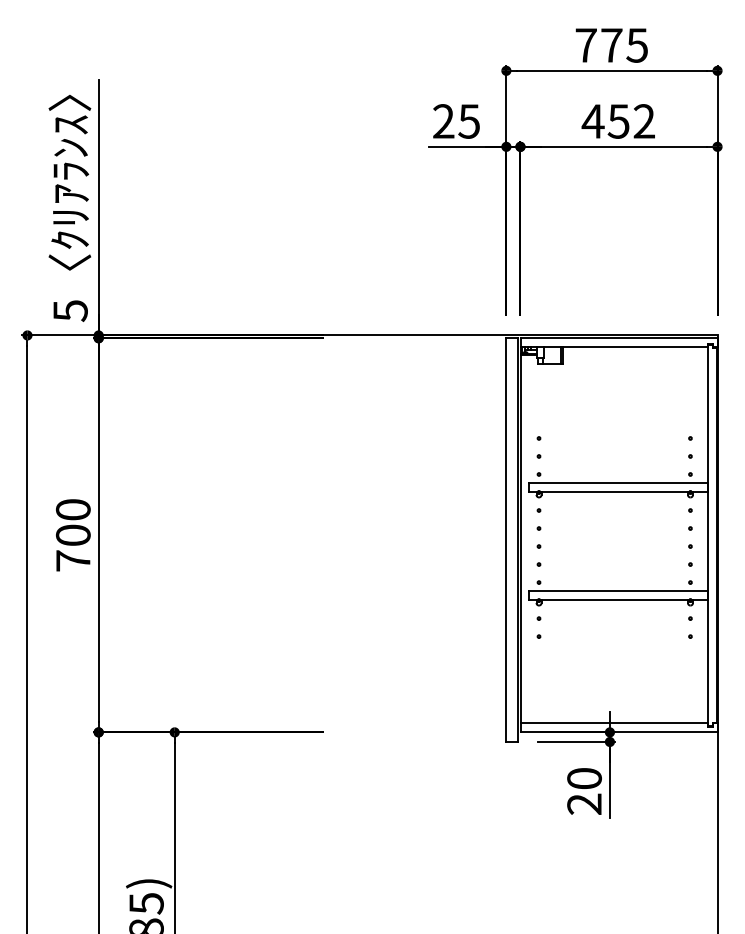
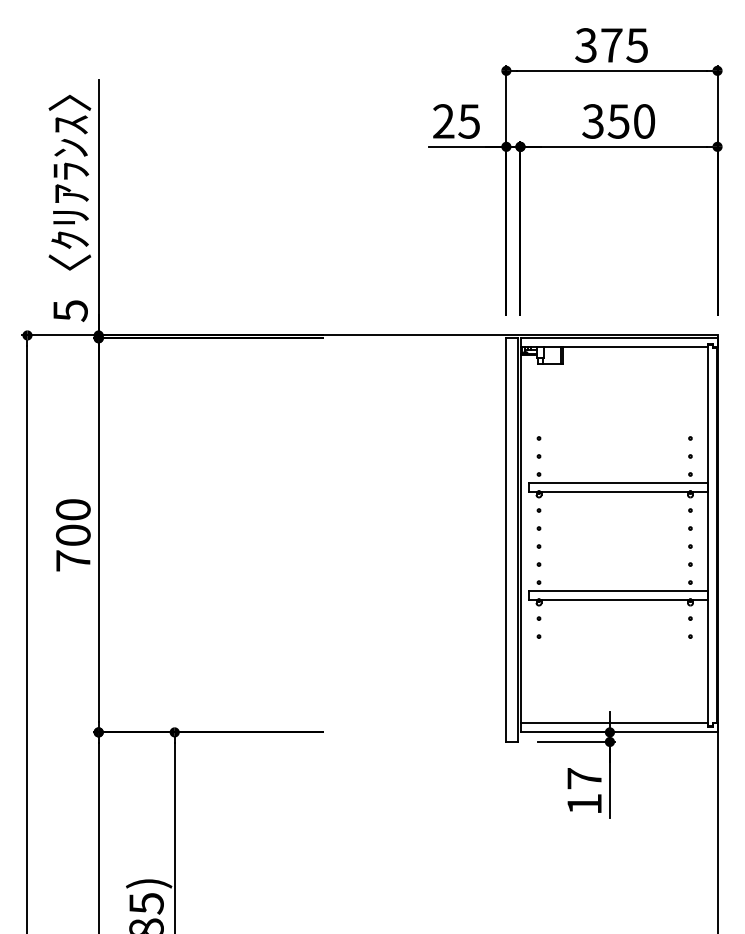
text at (585, 45): 775 -> 375
text at (618, 121): 452 -> 350
text at (584, 791): 20 -> 17
